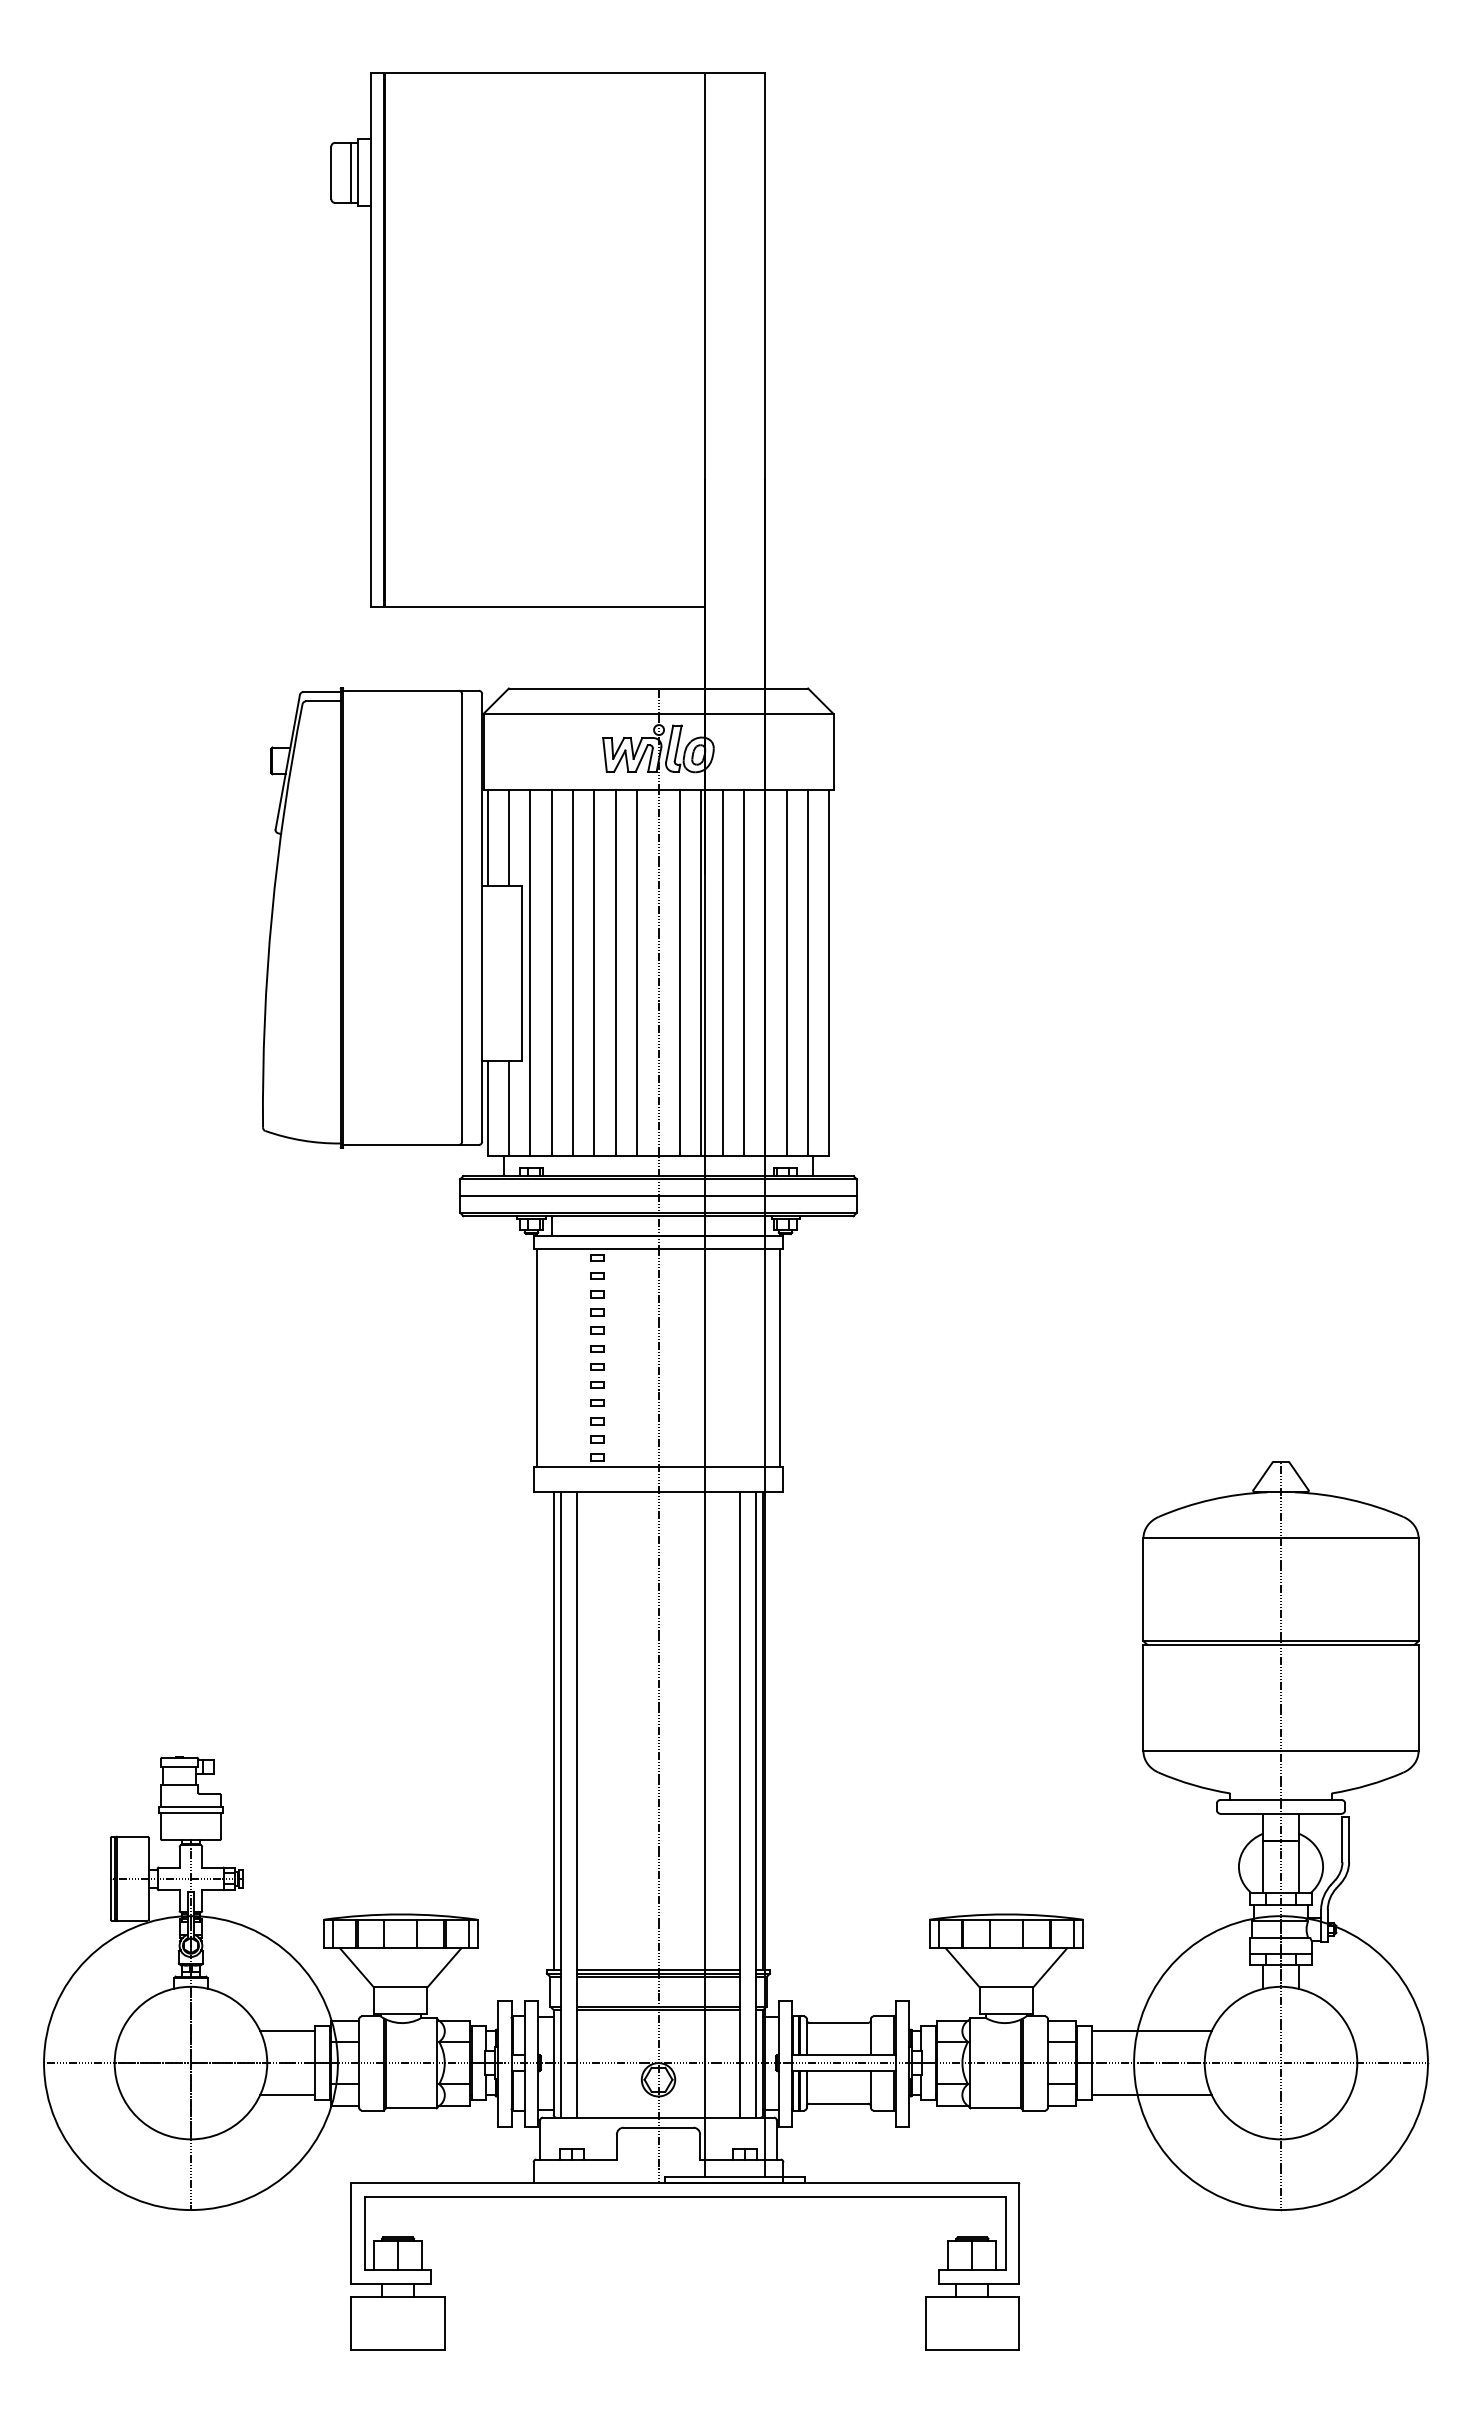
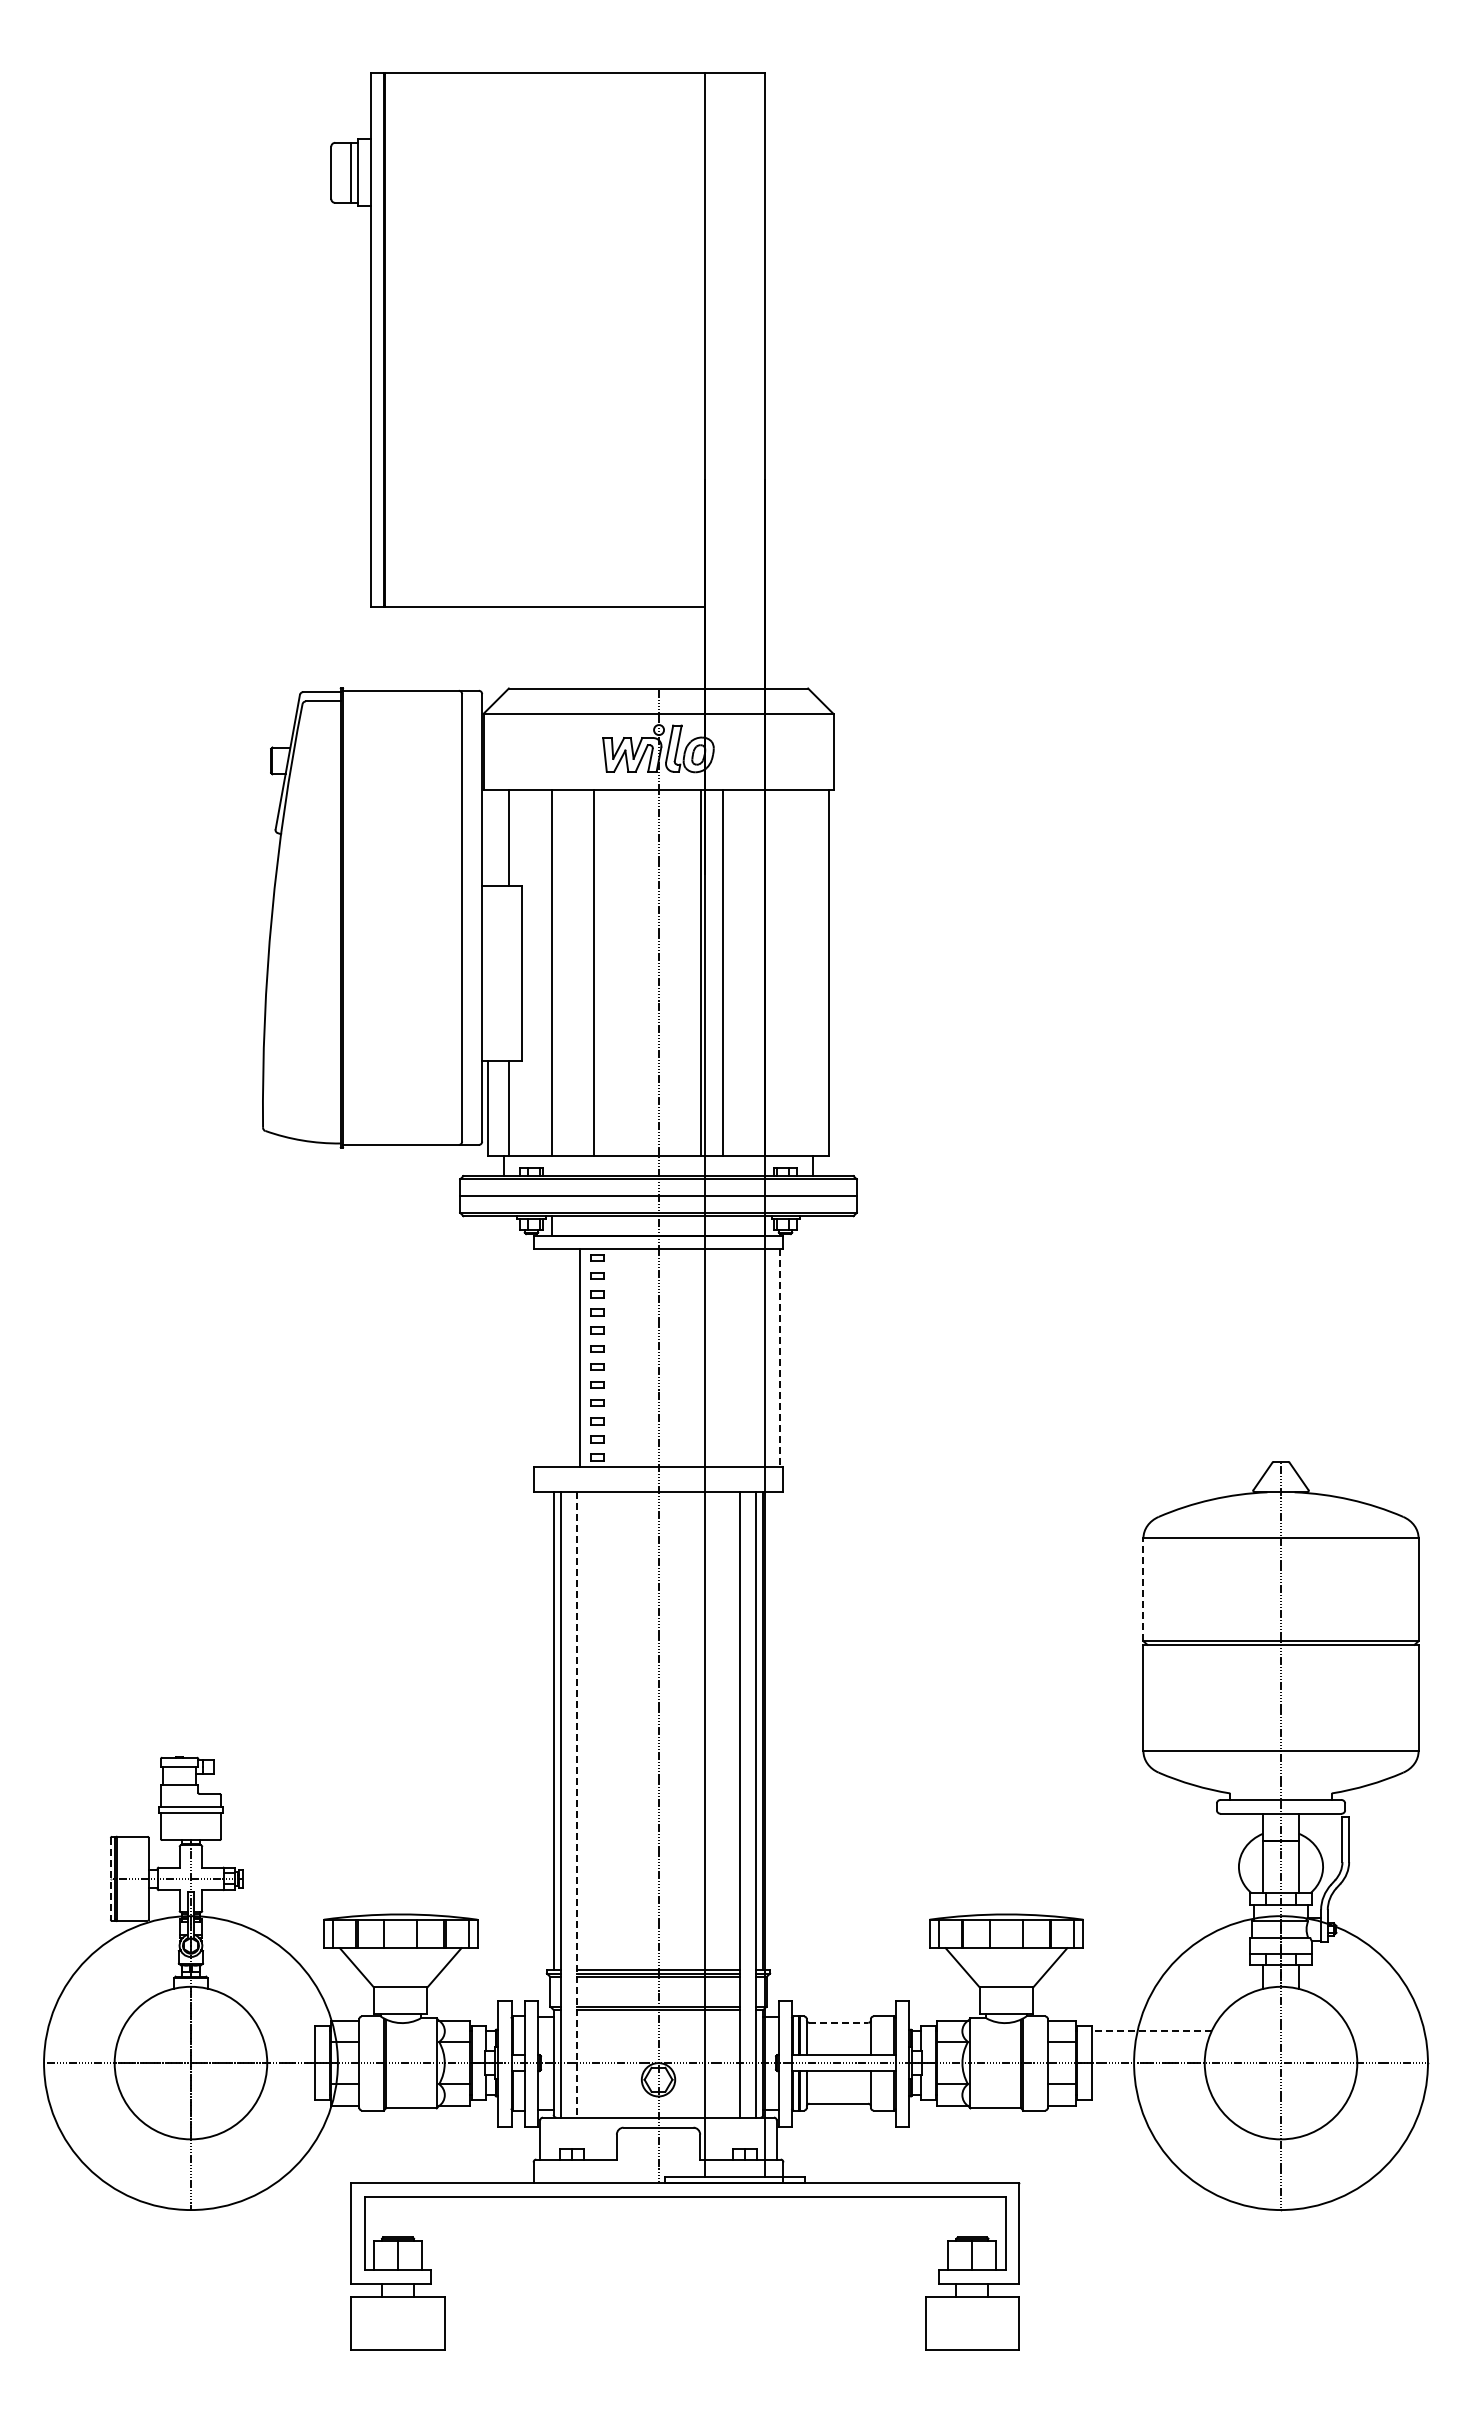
line at (487, 837): present -> none
line at (530, 973): present -> none
line at (573, 973): present -> none
line at (615, 973): present -> none
line at (637, 973): present -> none
line at (679, 973): present -> none
line at (743, 973): present -> none
line at (786, 973): present -> none
line at (808, 973): present -> none
line at (537, 1357) position: (537, 1357) -> (580, 1357)
line at (779, 1357): solid -> dashed
line at (1143, 1589): solid -> dashed
line at (576, 1804): solid -> dashed
line at (110, 1878): solid -> dashed
line at (839, 2022): solid -> dashed
line at (287, 2030): present -> none
line at (1151, 2030): solid -> dashed
line at (287, 2095): present -> none
line at (1151, 2095): present -> none
